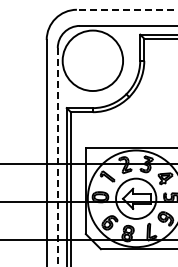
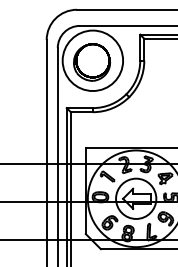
line at (126, 9): dashed -> solid
part at (91, 62): none -> present
line at (57, 158): dashed -> solid
